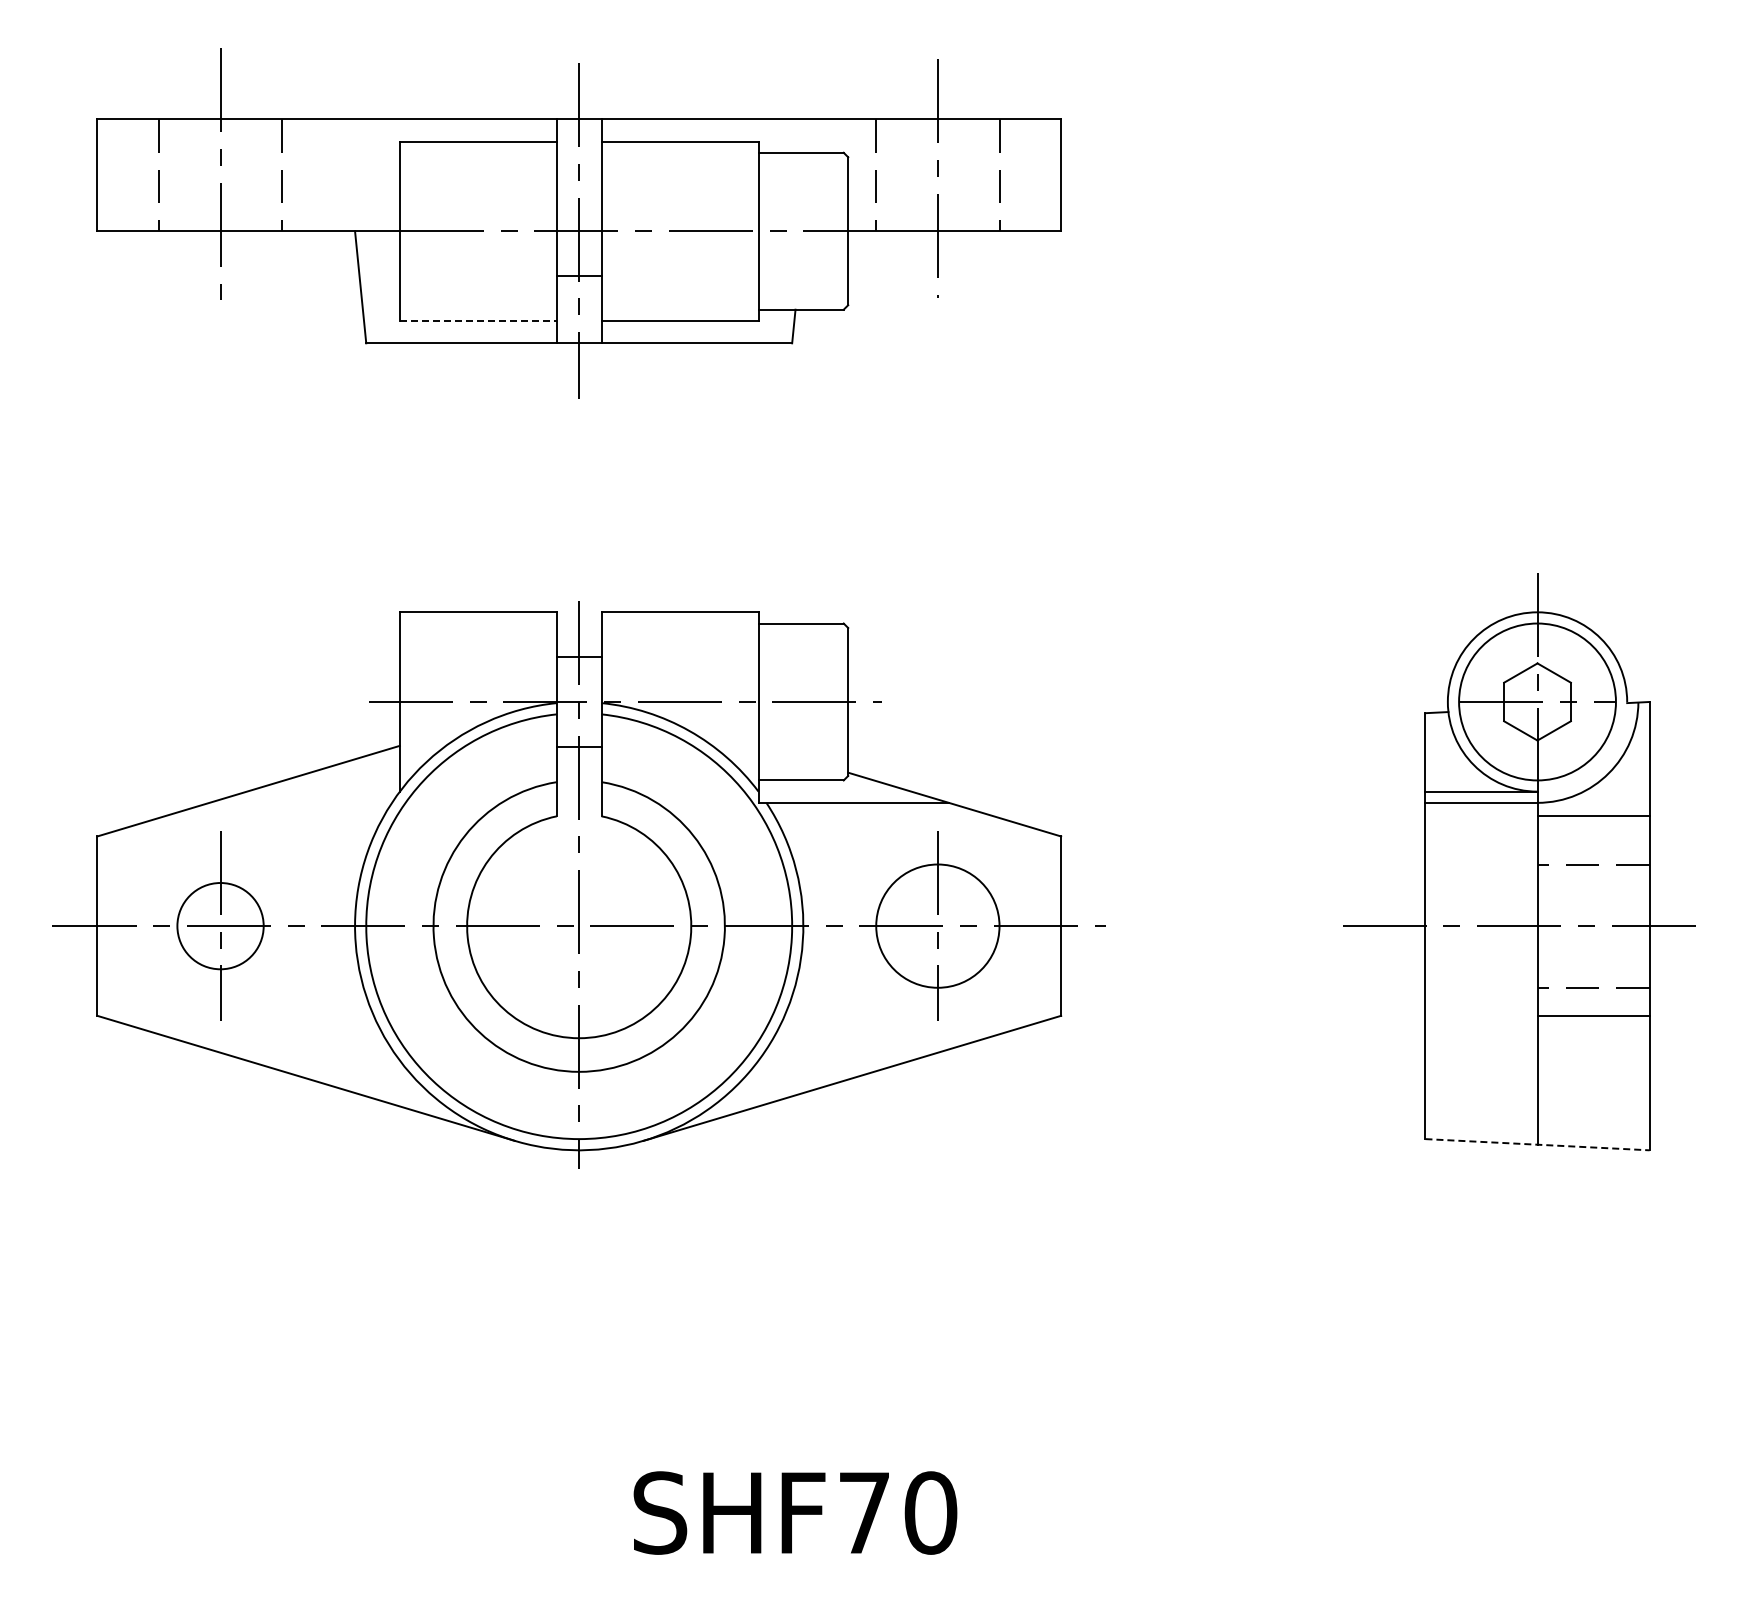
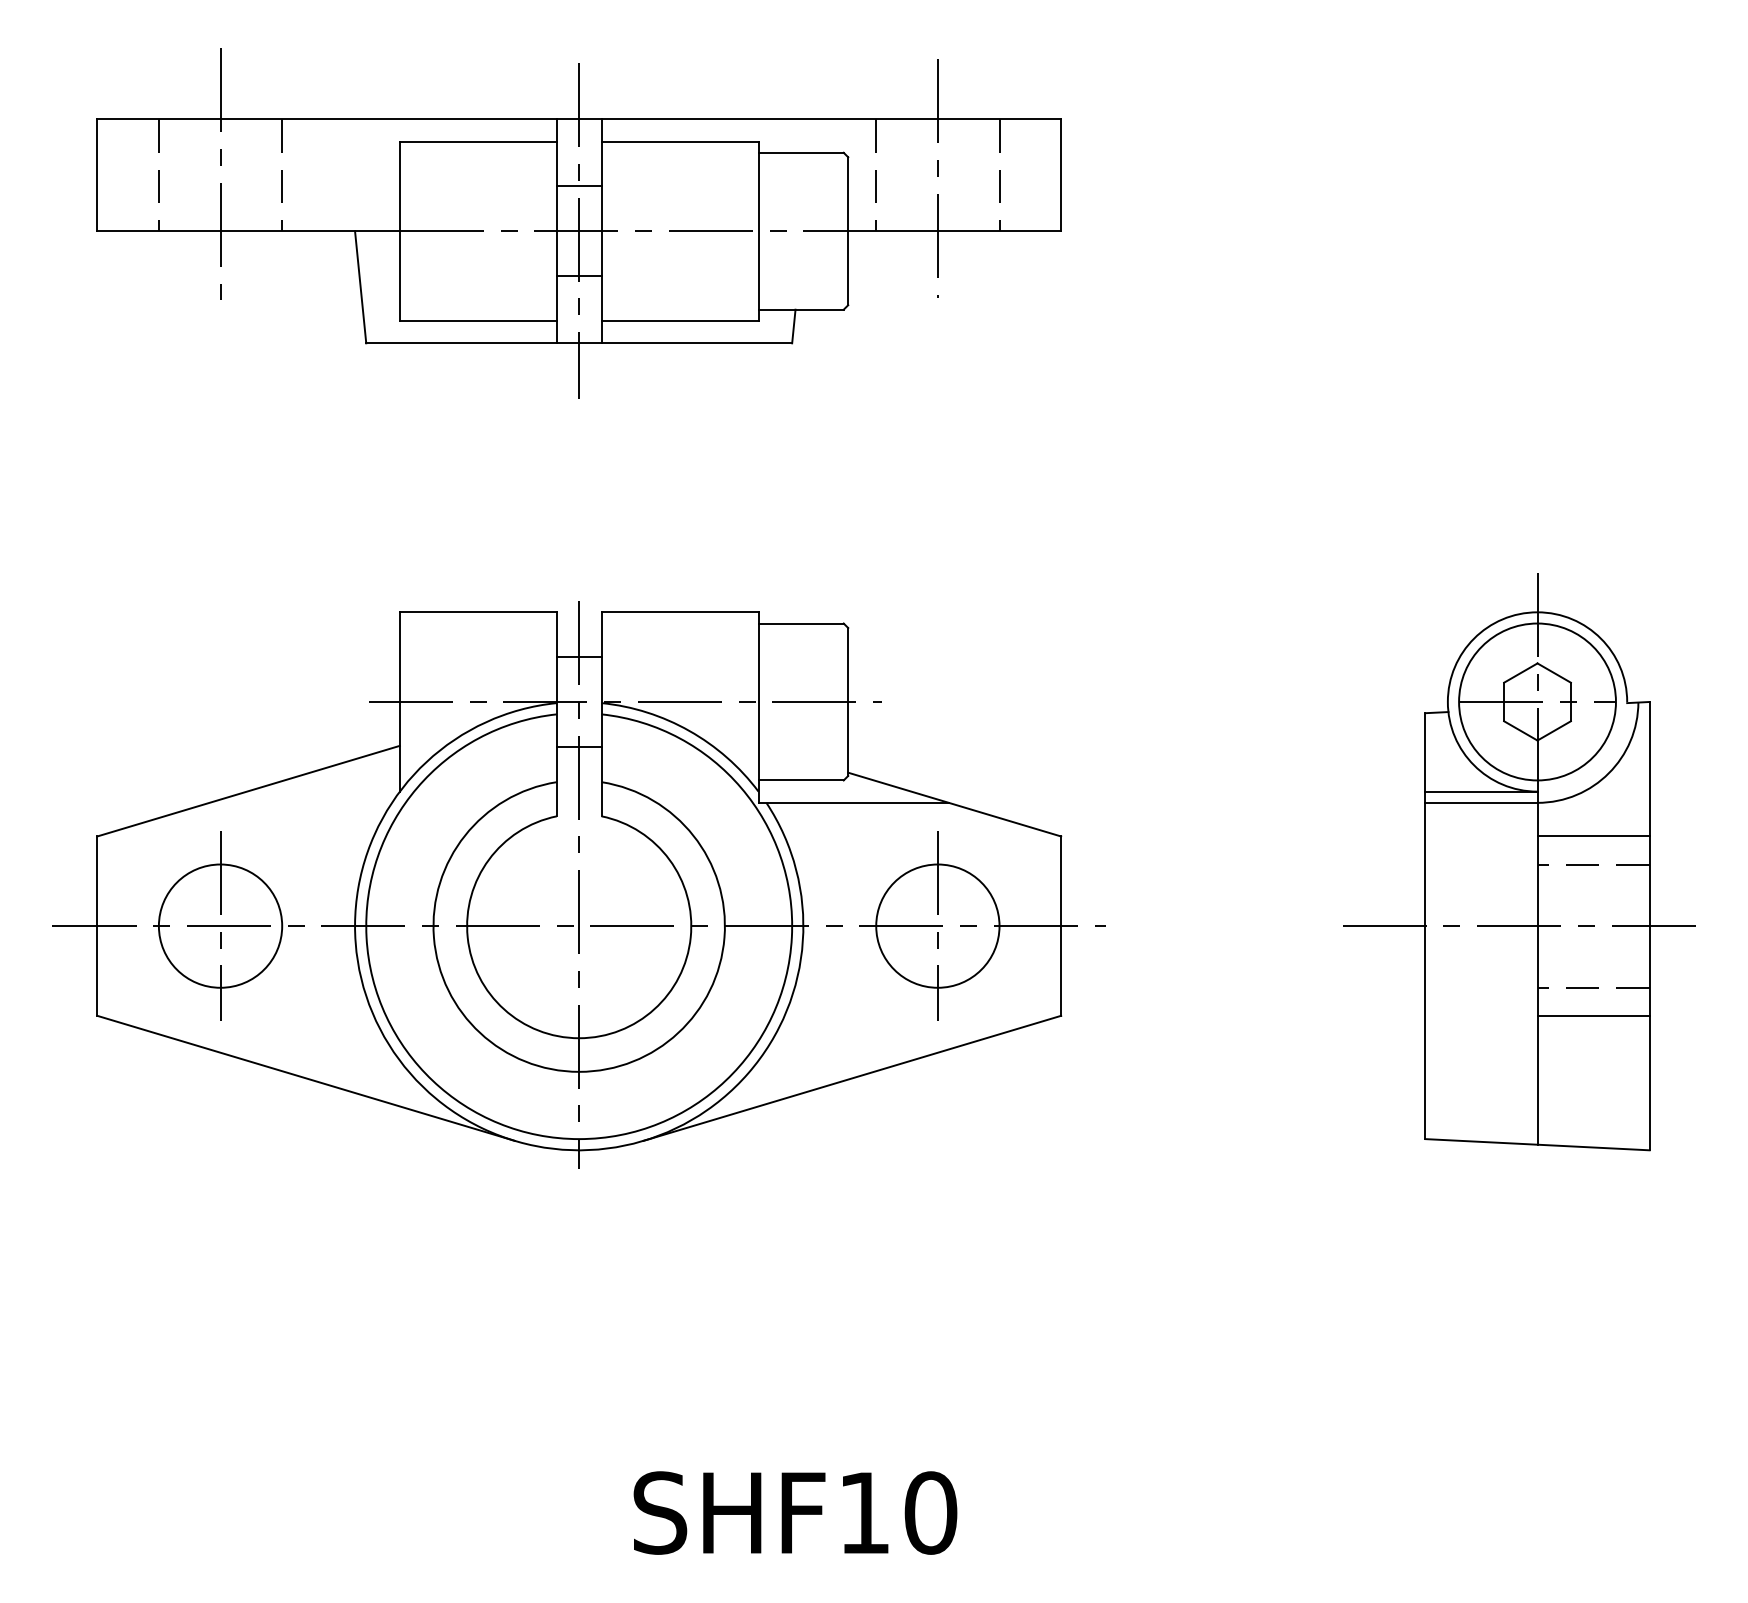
line at (578, 186): none -> present
line at (478, 320): dashed -> solid
line at (1593, 816) position: (1593, 816) -> (1593, 836)
circle at (220, 926) diameter: 86 px -> 123 px
line at (1538, 1144): dashed -> solid
text at (864, 1512): SHF70 -> SHF10
